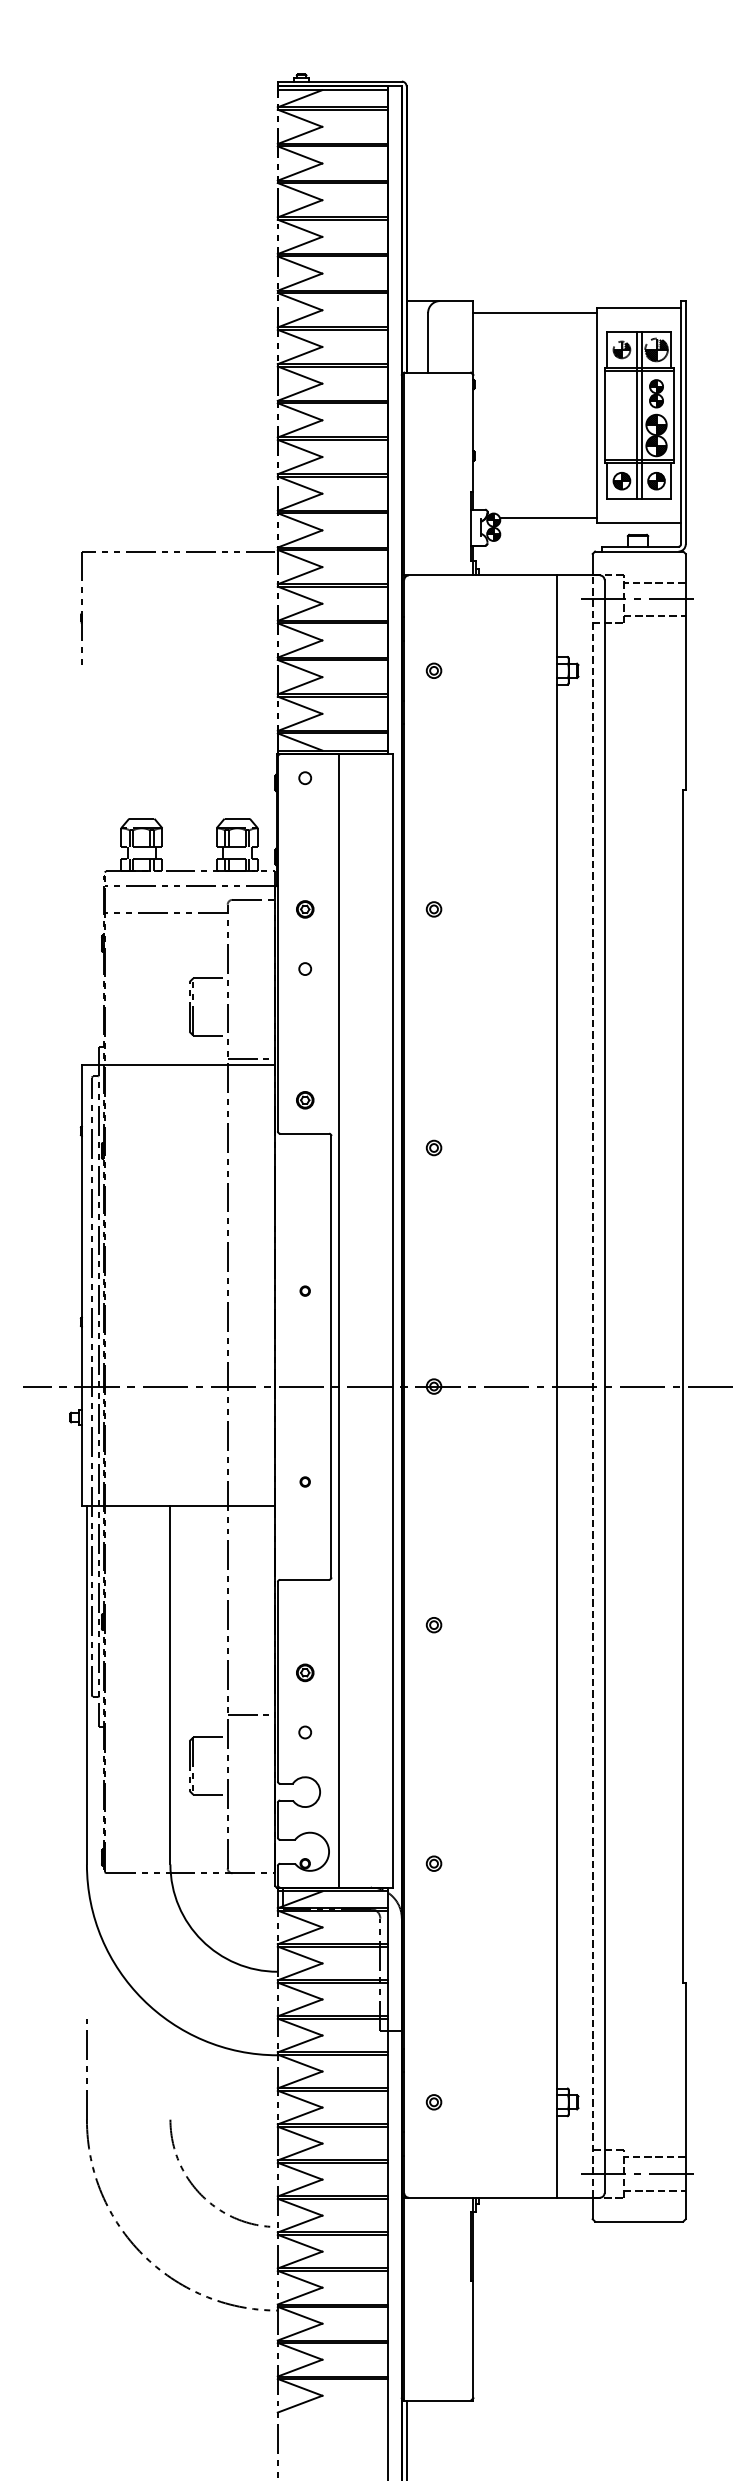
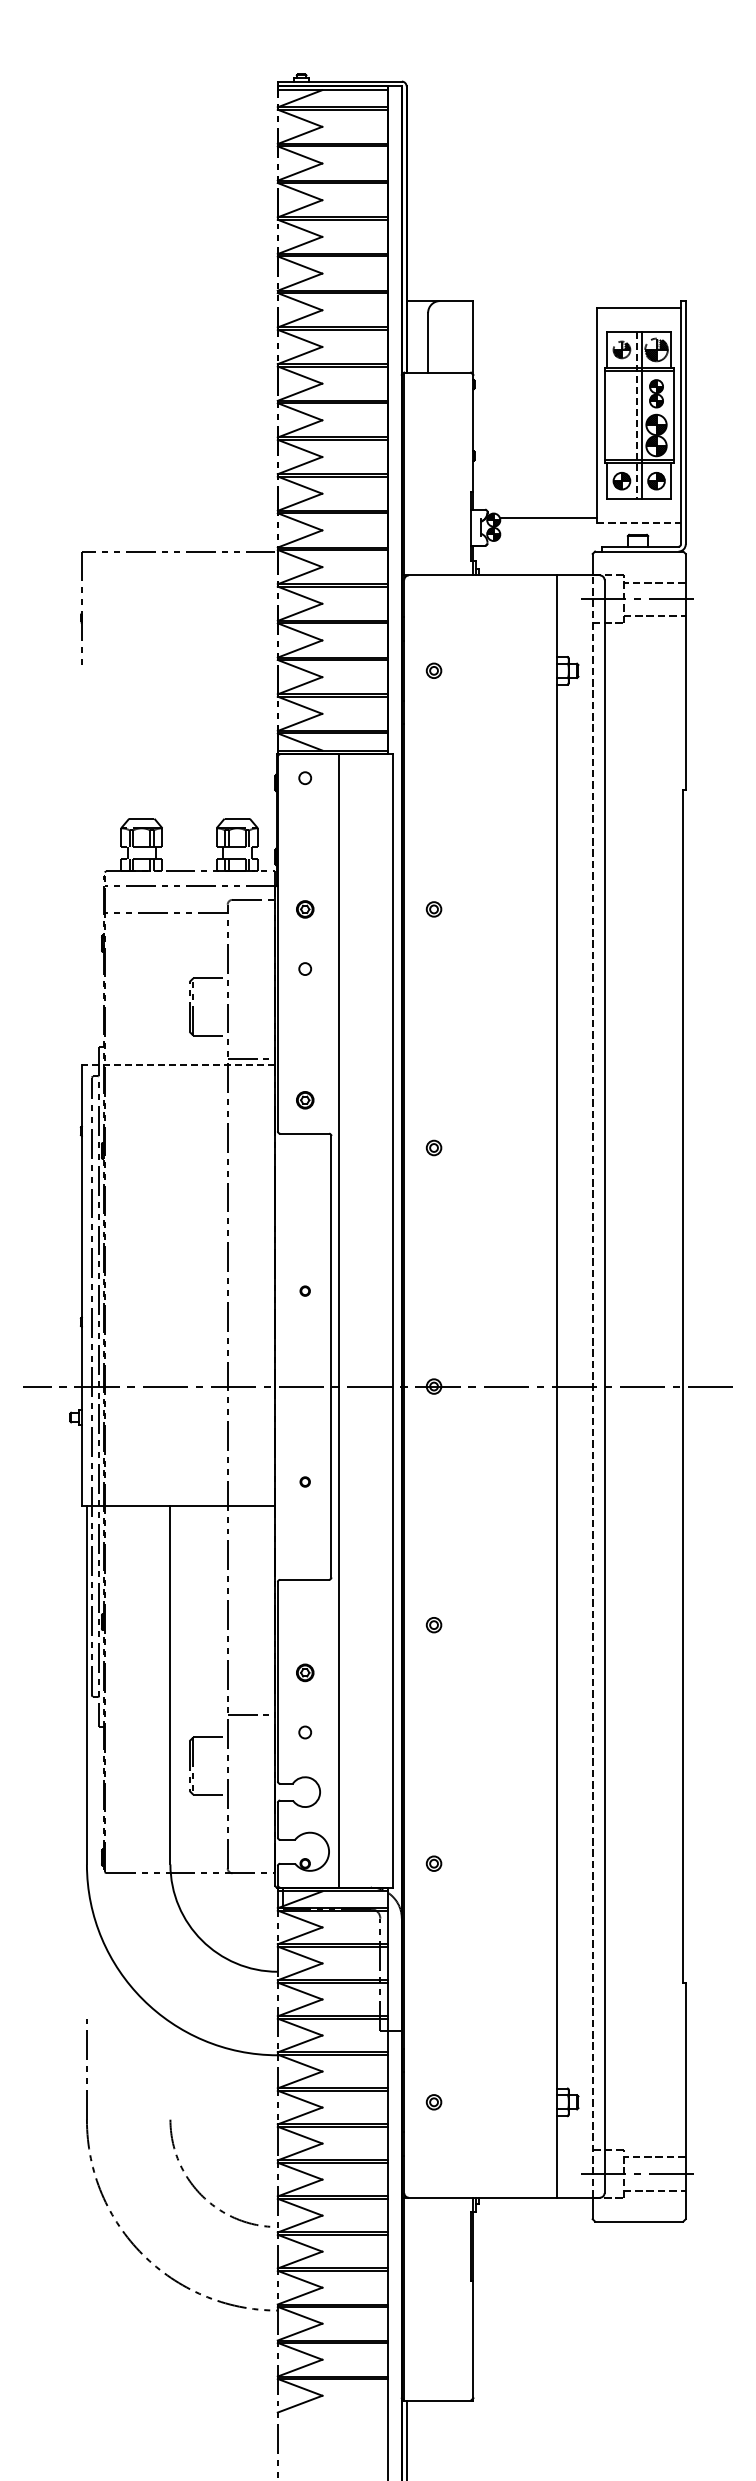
line at (535, 312): present -> none
line at (636, 415): solid -> dashed
line at (639, 522): solid -> dashed
line at (178, 1064): solid -> dashed
